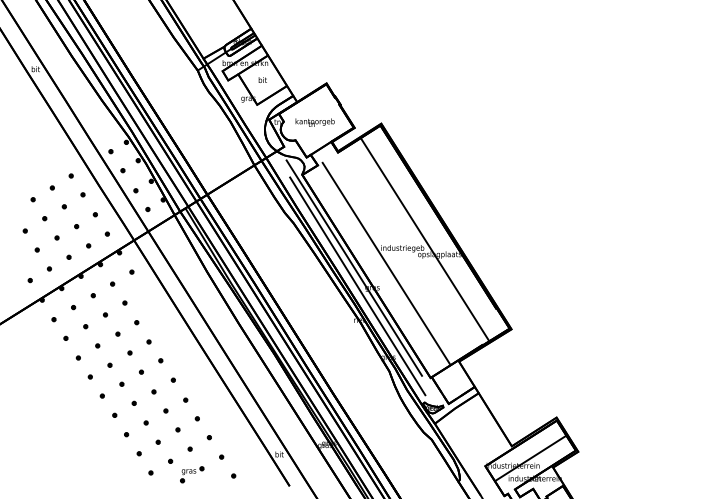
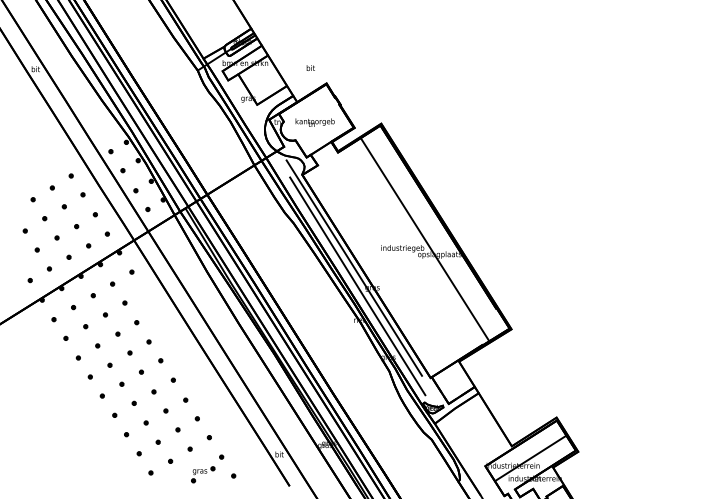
text at (262, 79) position: (262, 79) -> (310, 67)
line at (386, 263): present -> none
part at (192, 474) position: (192, 474) -> (203, 474)
